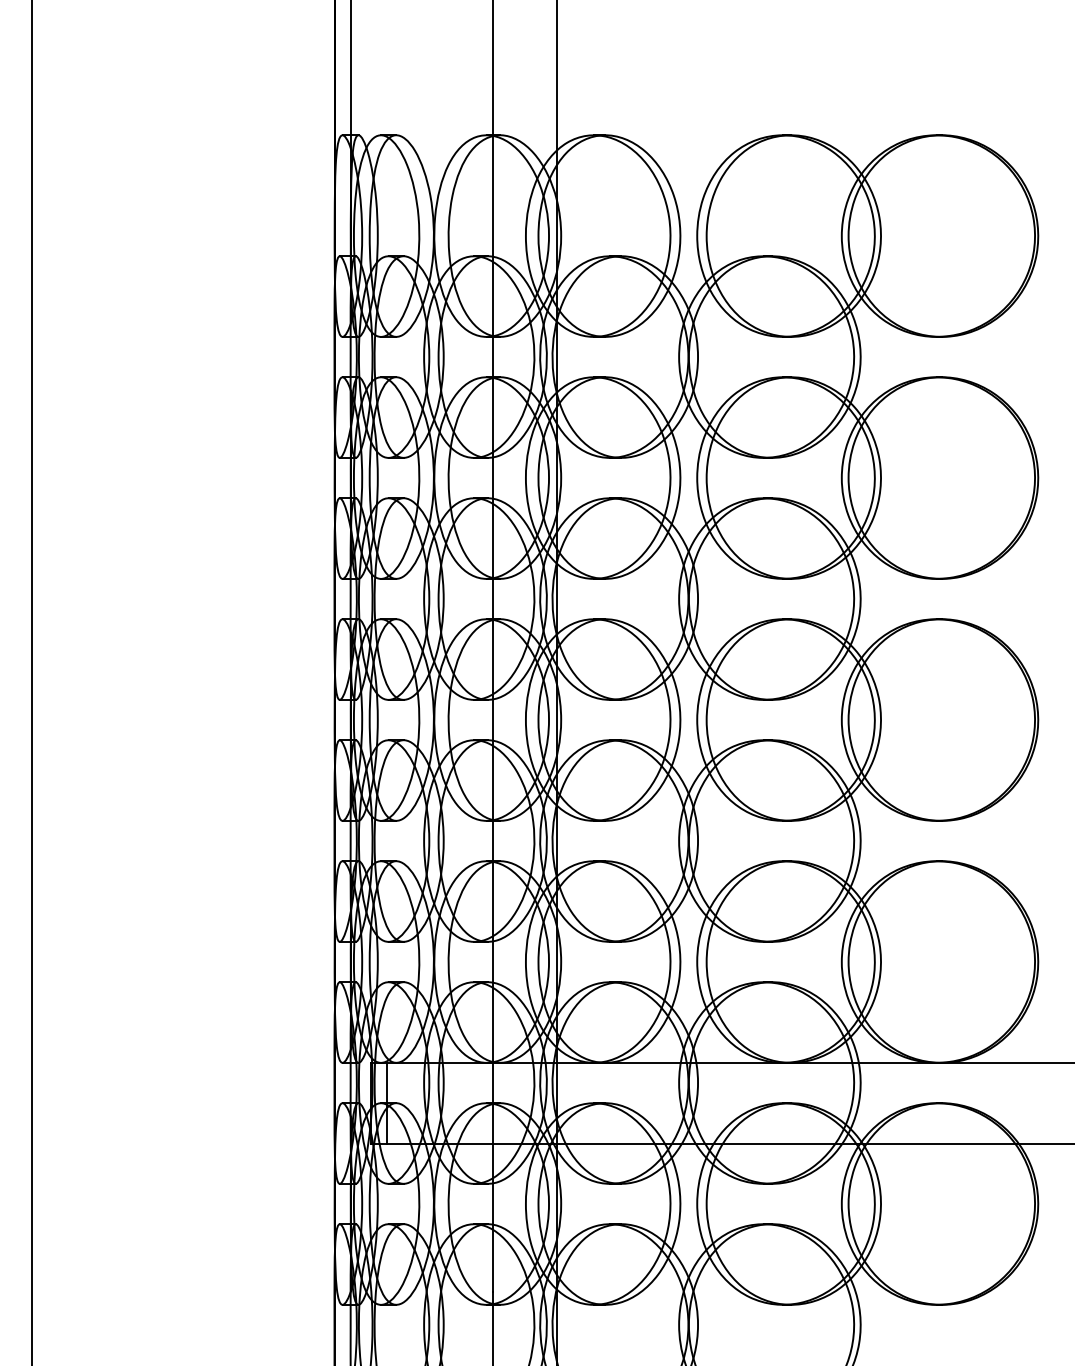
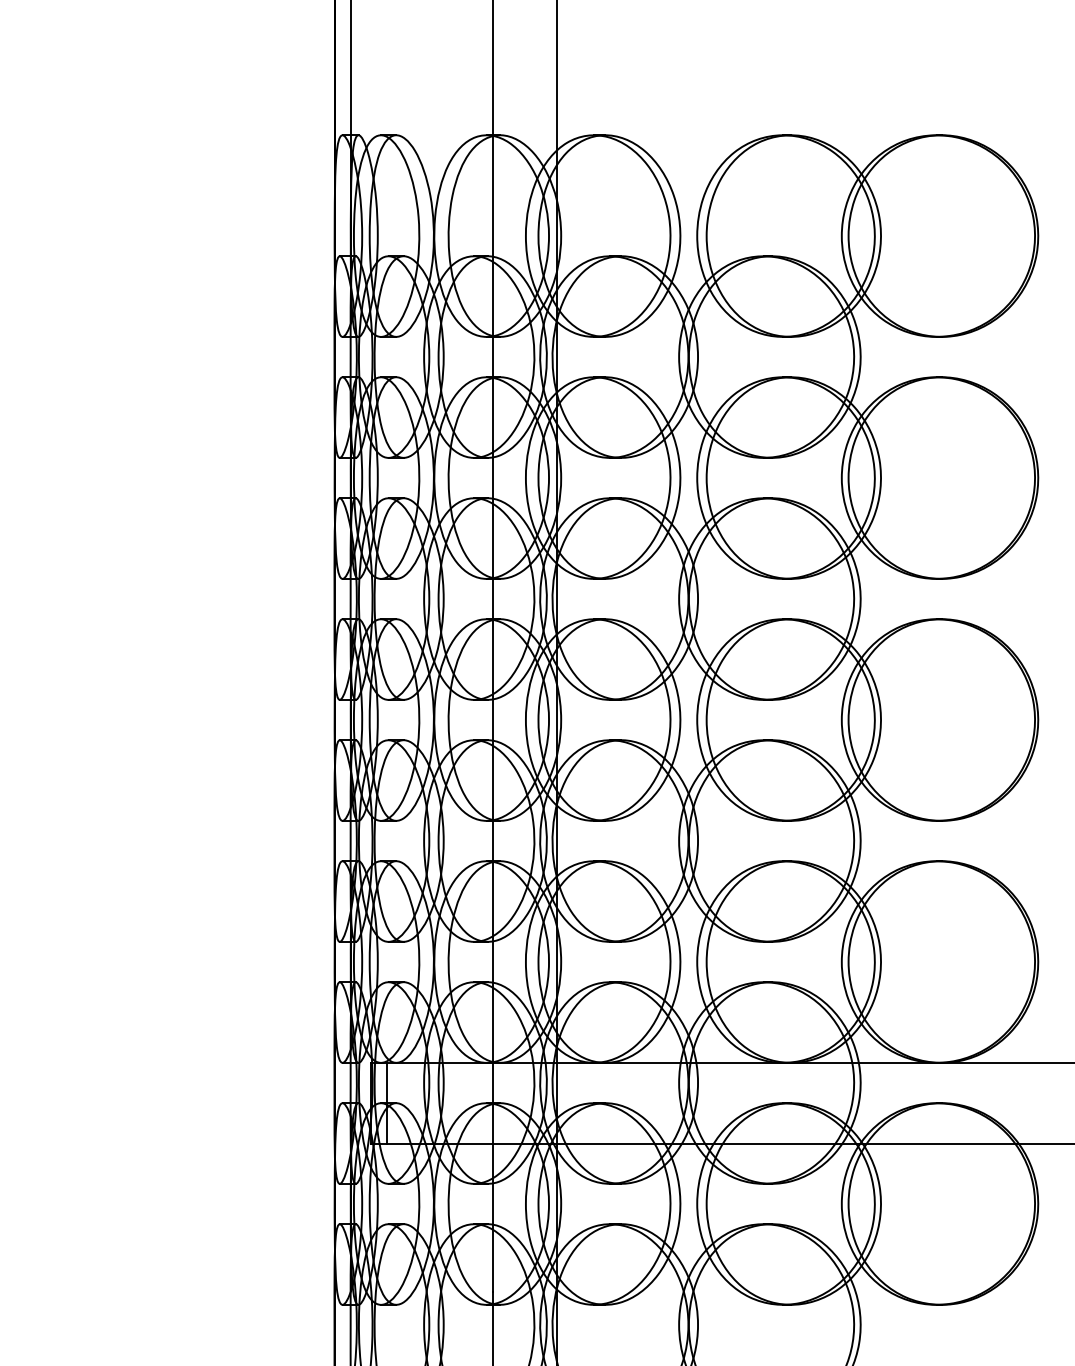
line at (32, 682): present -> none
